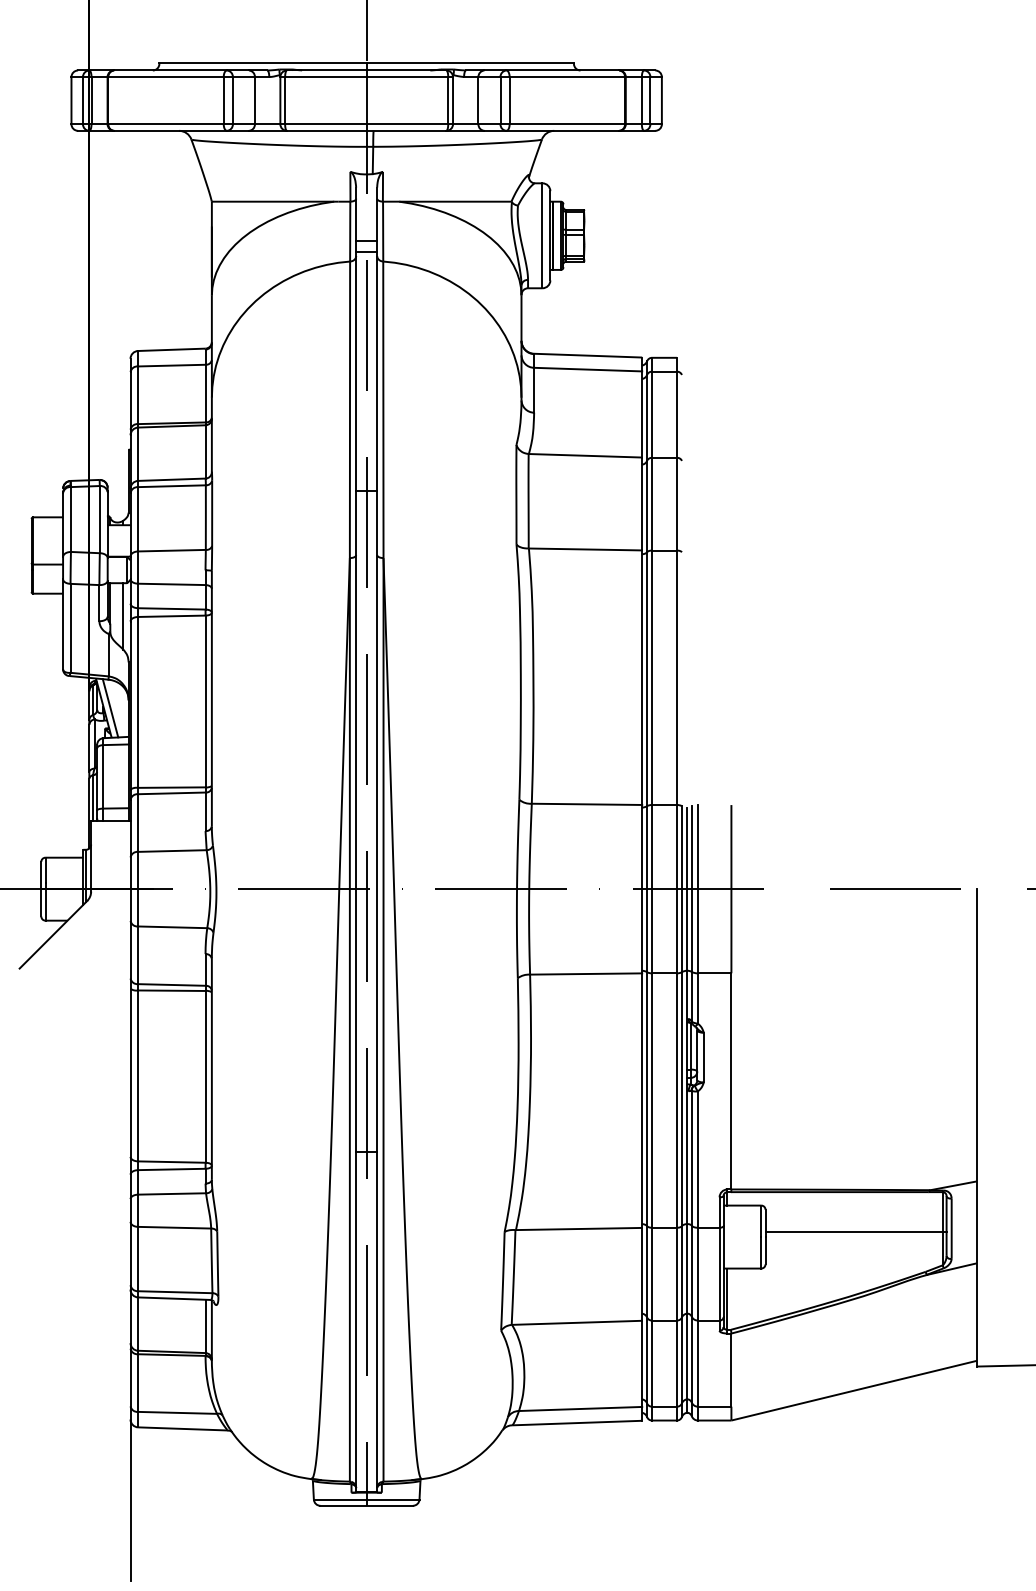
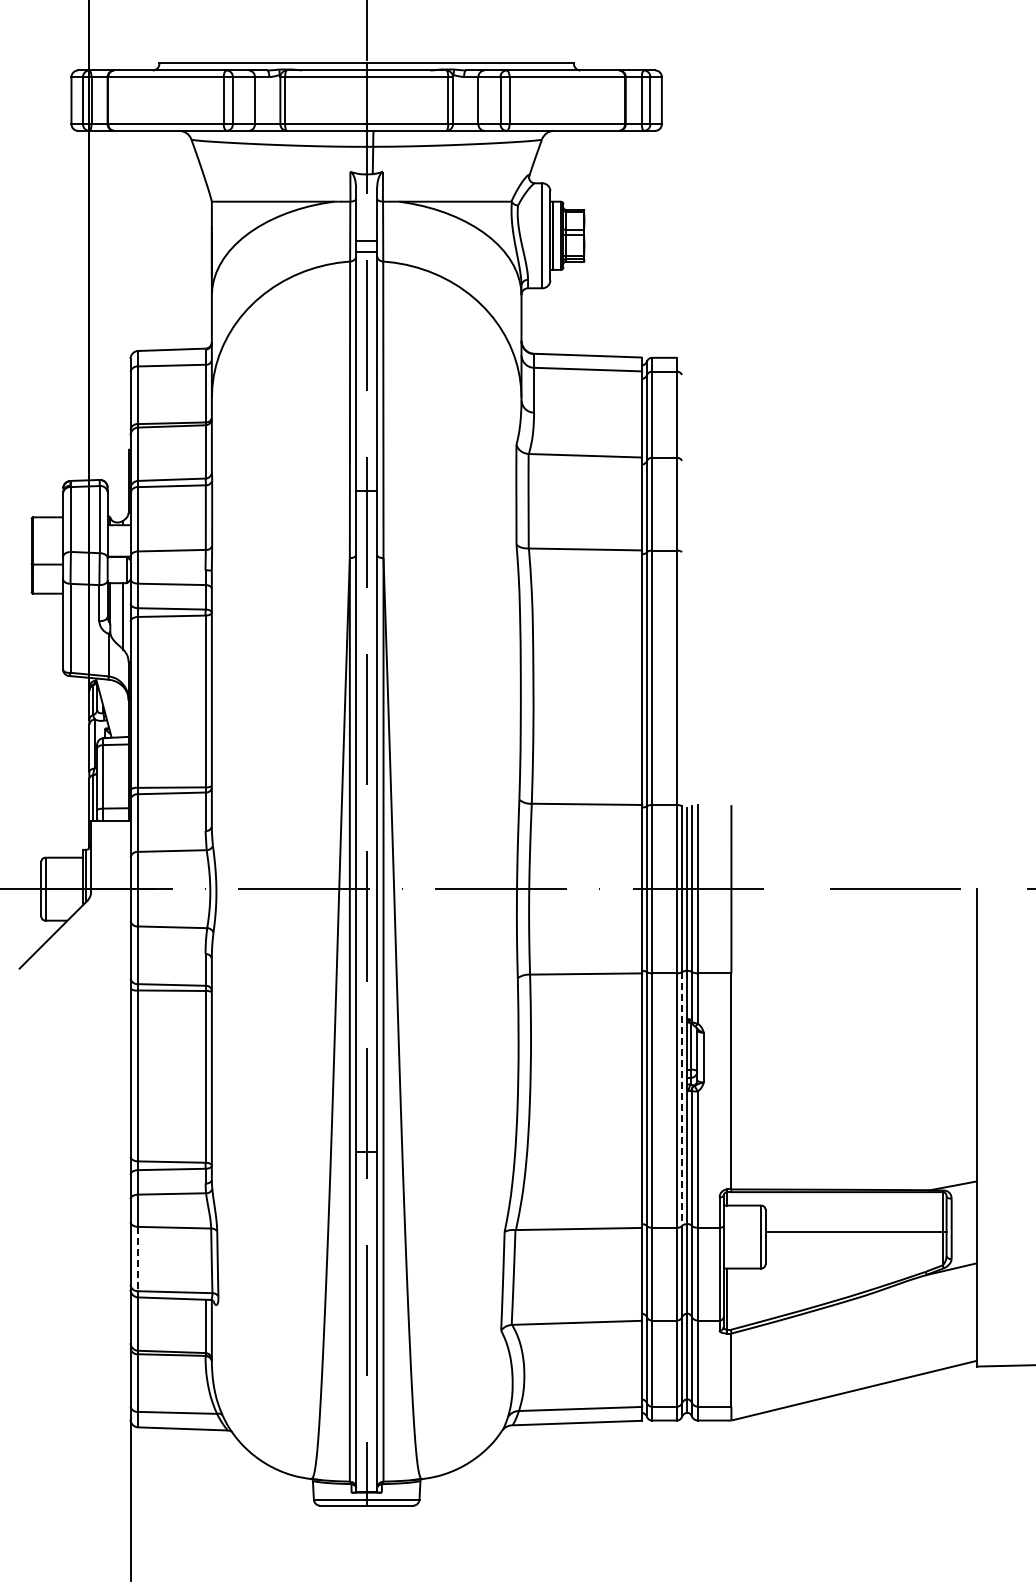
line at (110, 708): present -> none
line at (681, 1099): solid -> dashed
line at (138, 1259): solid -> dashed
